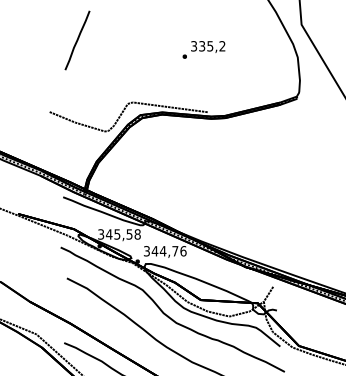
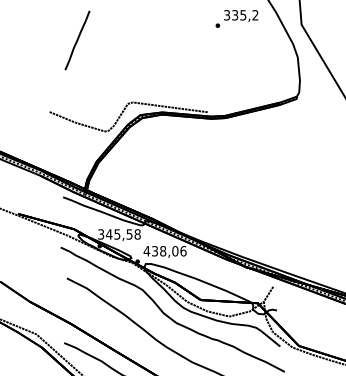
text at (203, 49) position: (203, 49) -> (236, 18)
text at (160, 251): 344,76 -> 438,06
